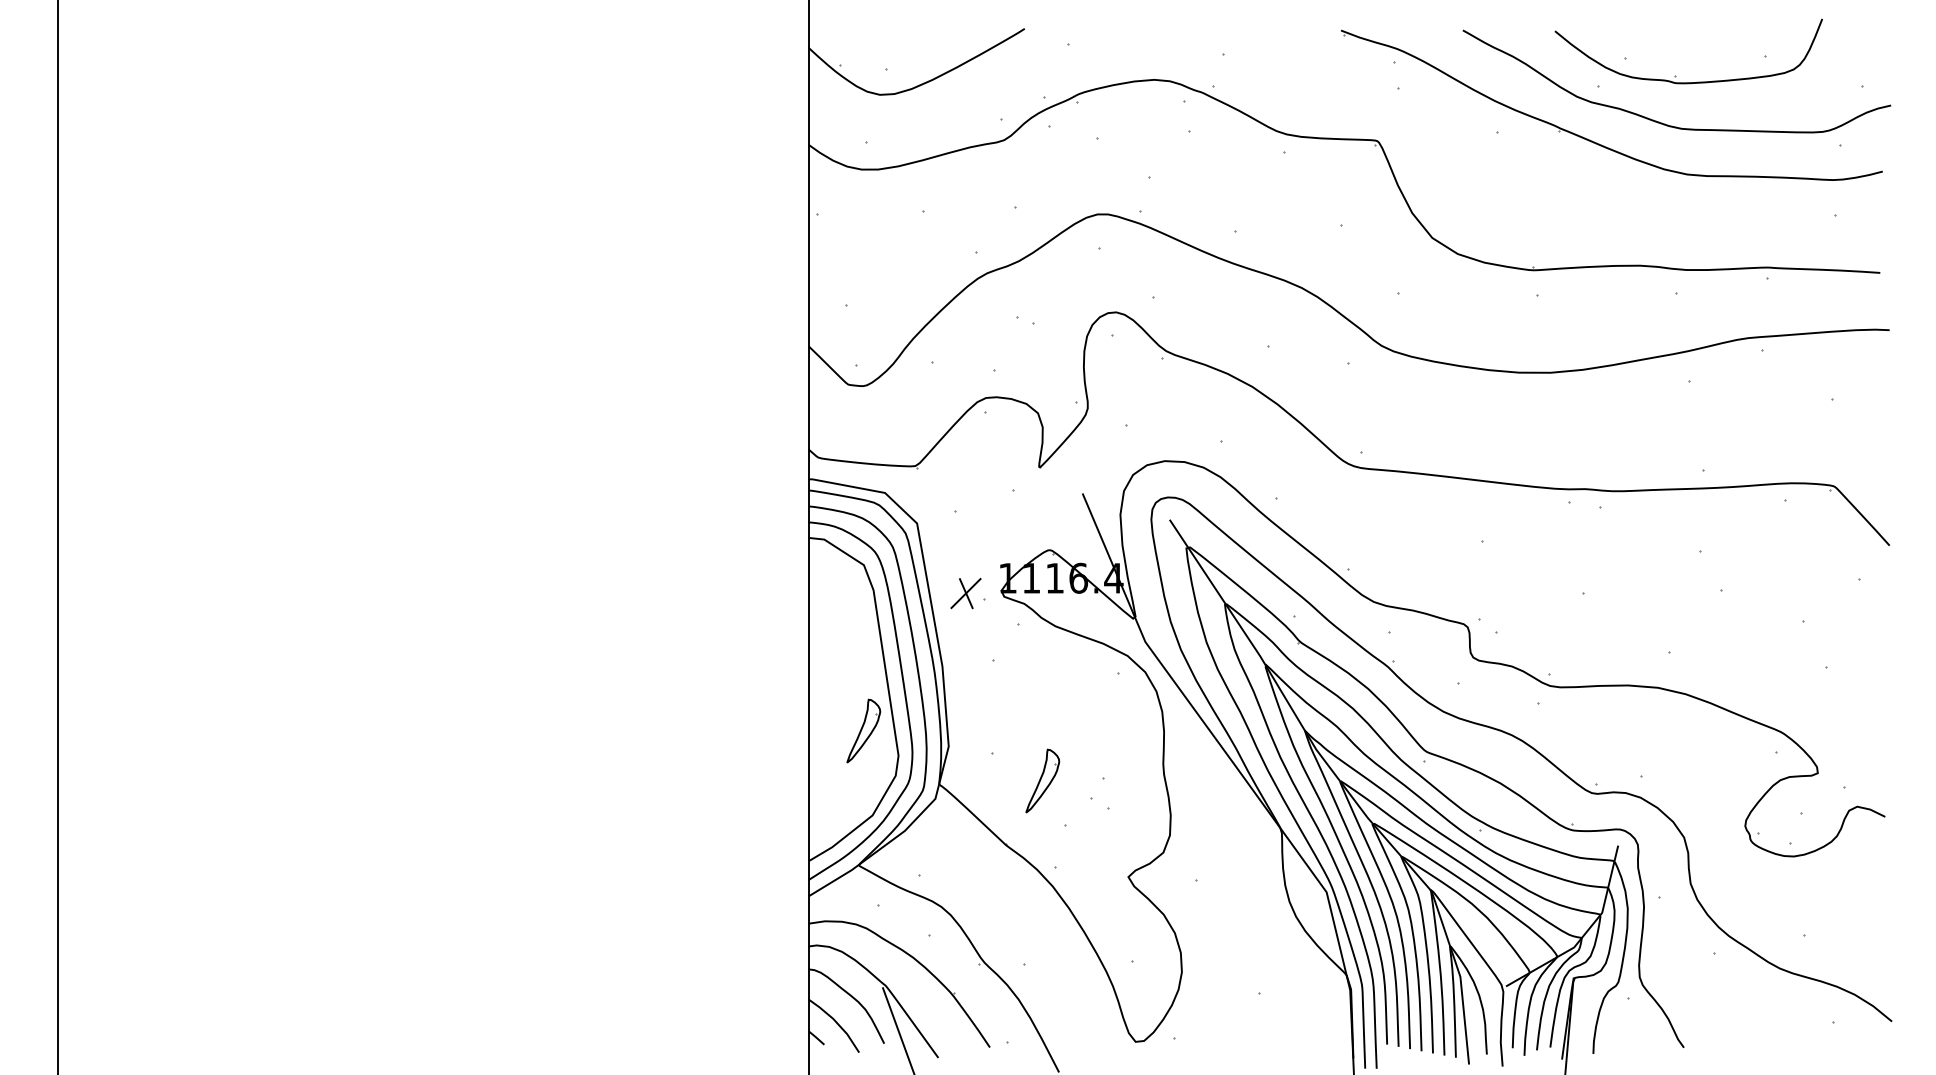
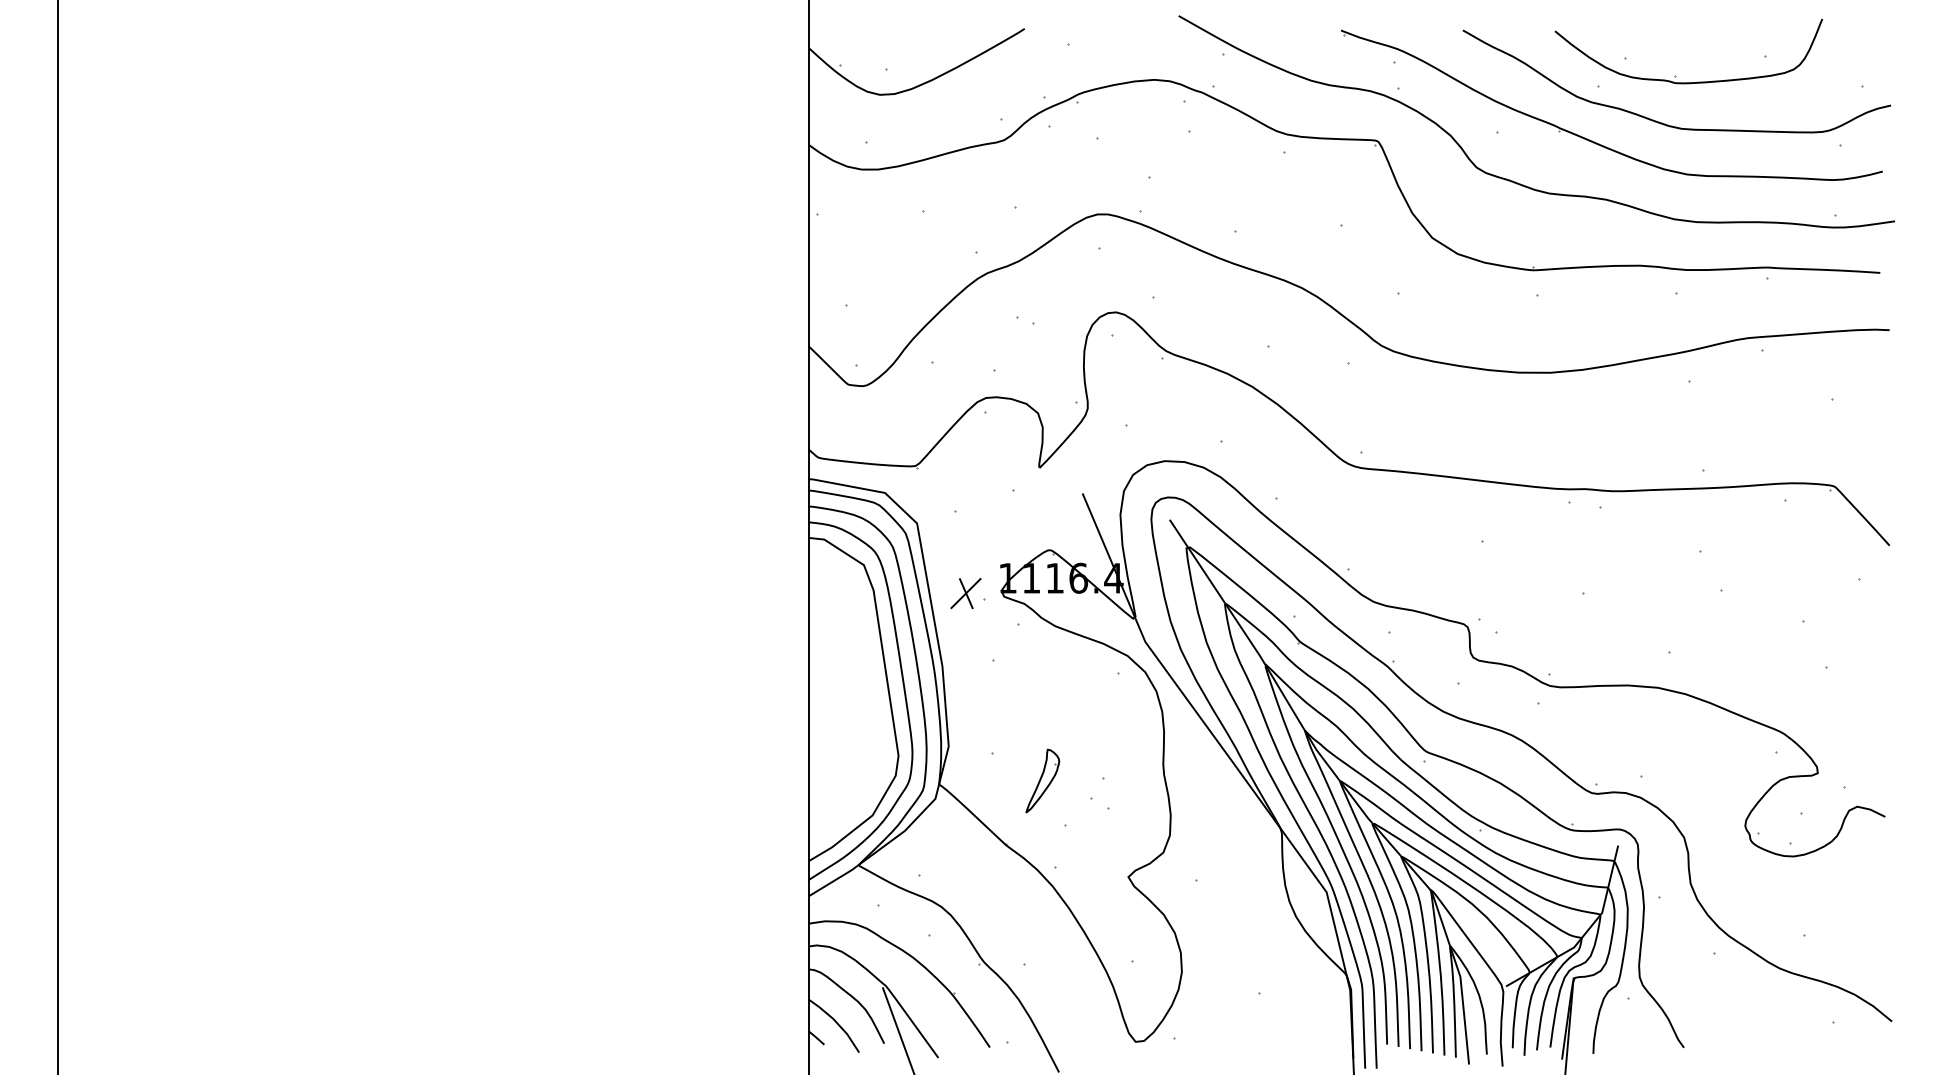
curve at (1510, 179): none -> present
part at (863, 730): present -> none
